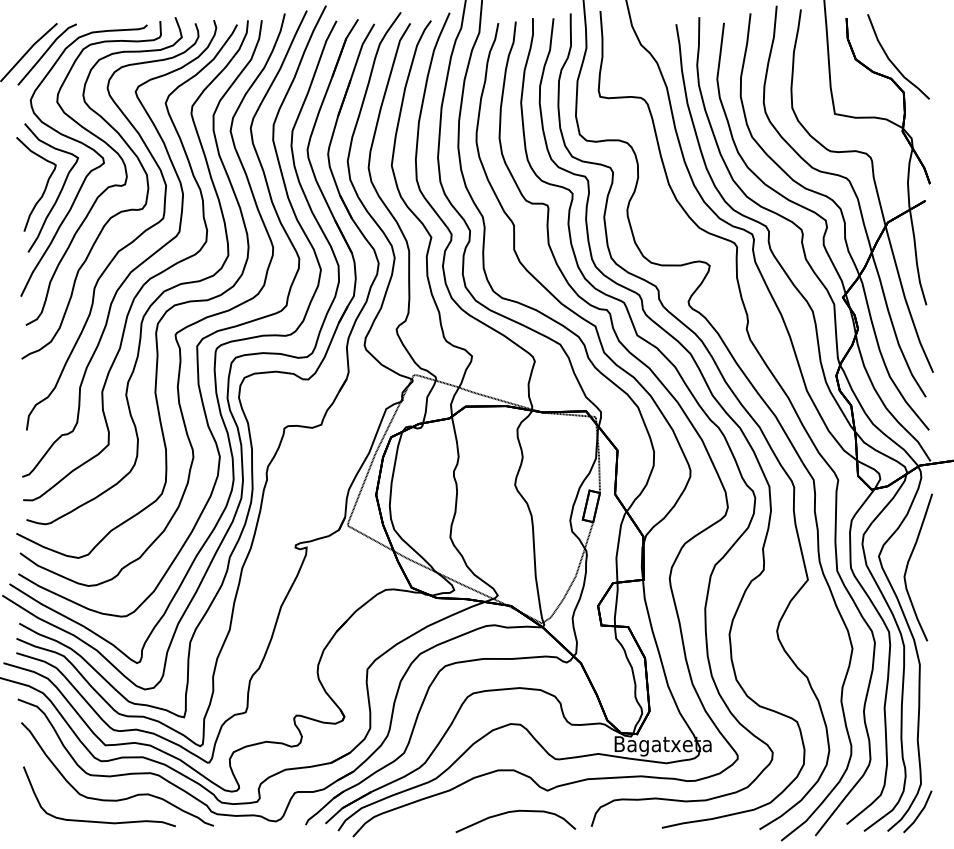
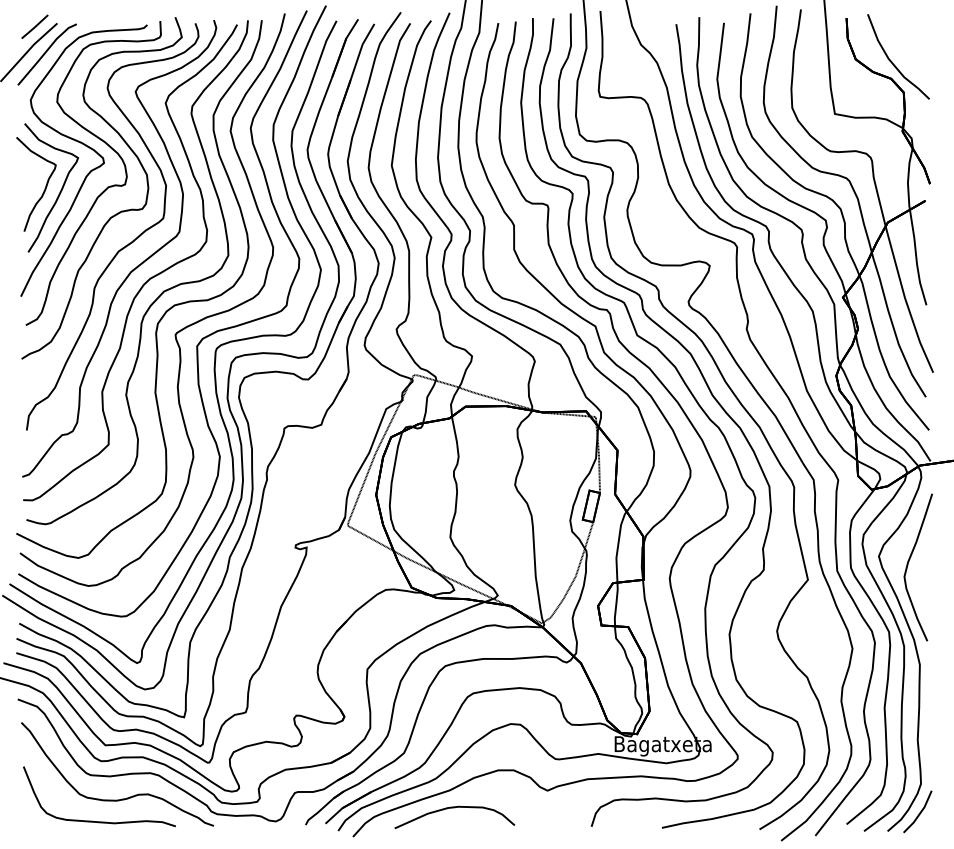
line at (34, 26): none -> present
curve at (515, 812) position: (515, 812) -> (454, 808)
